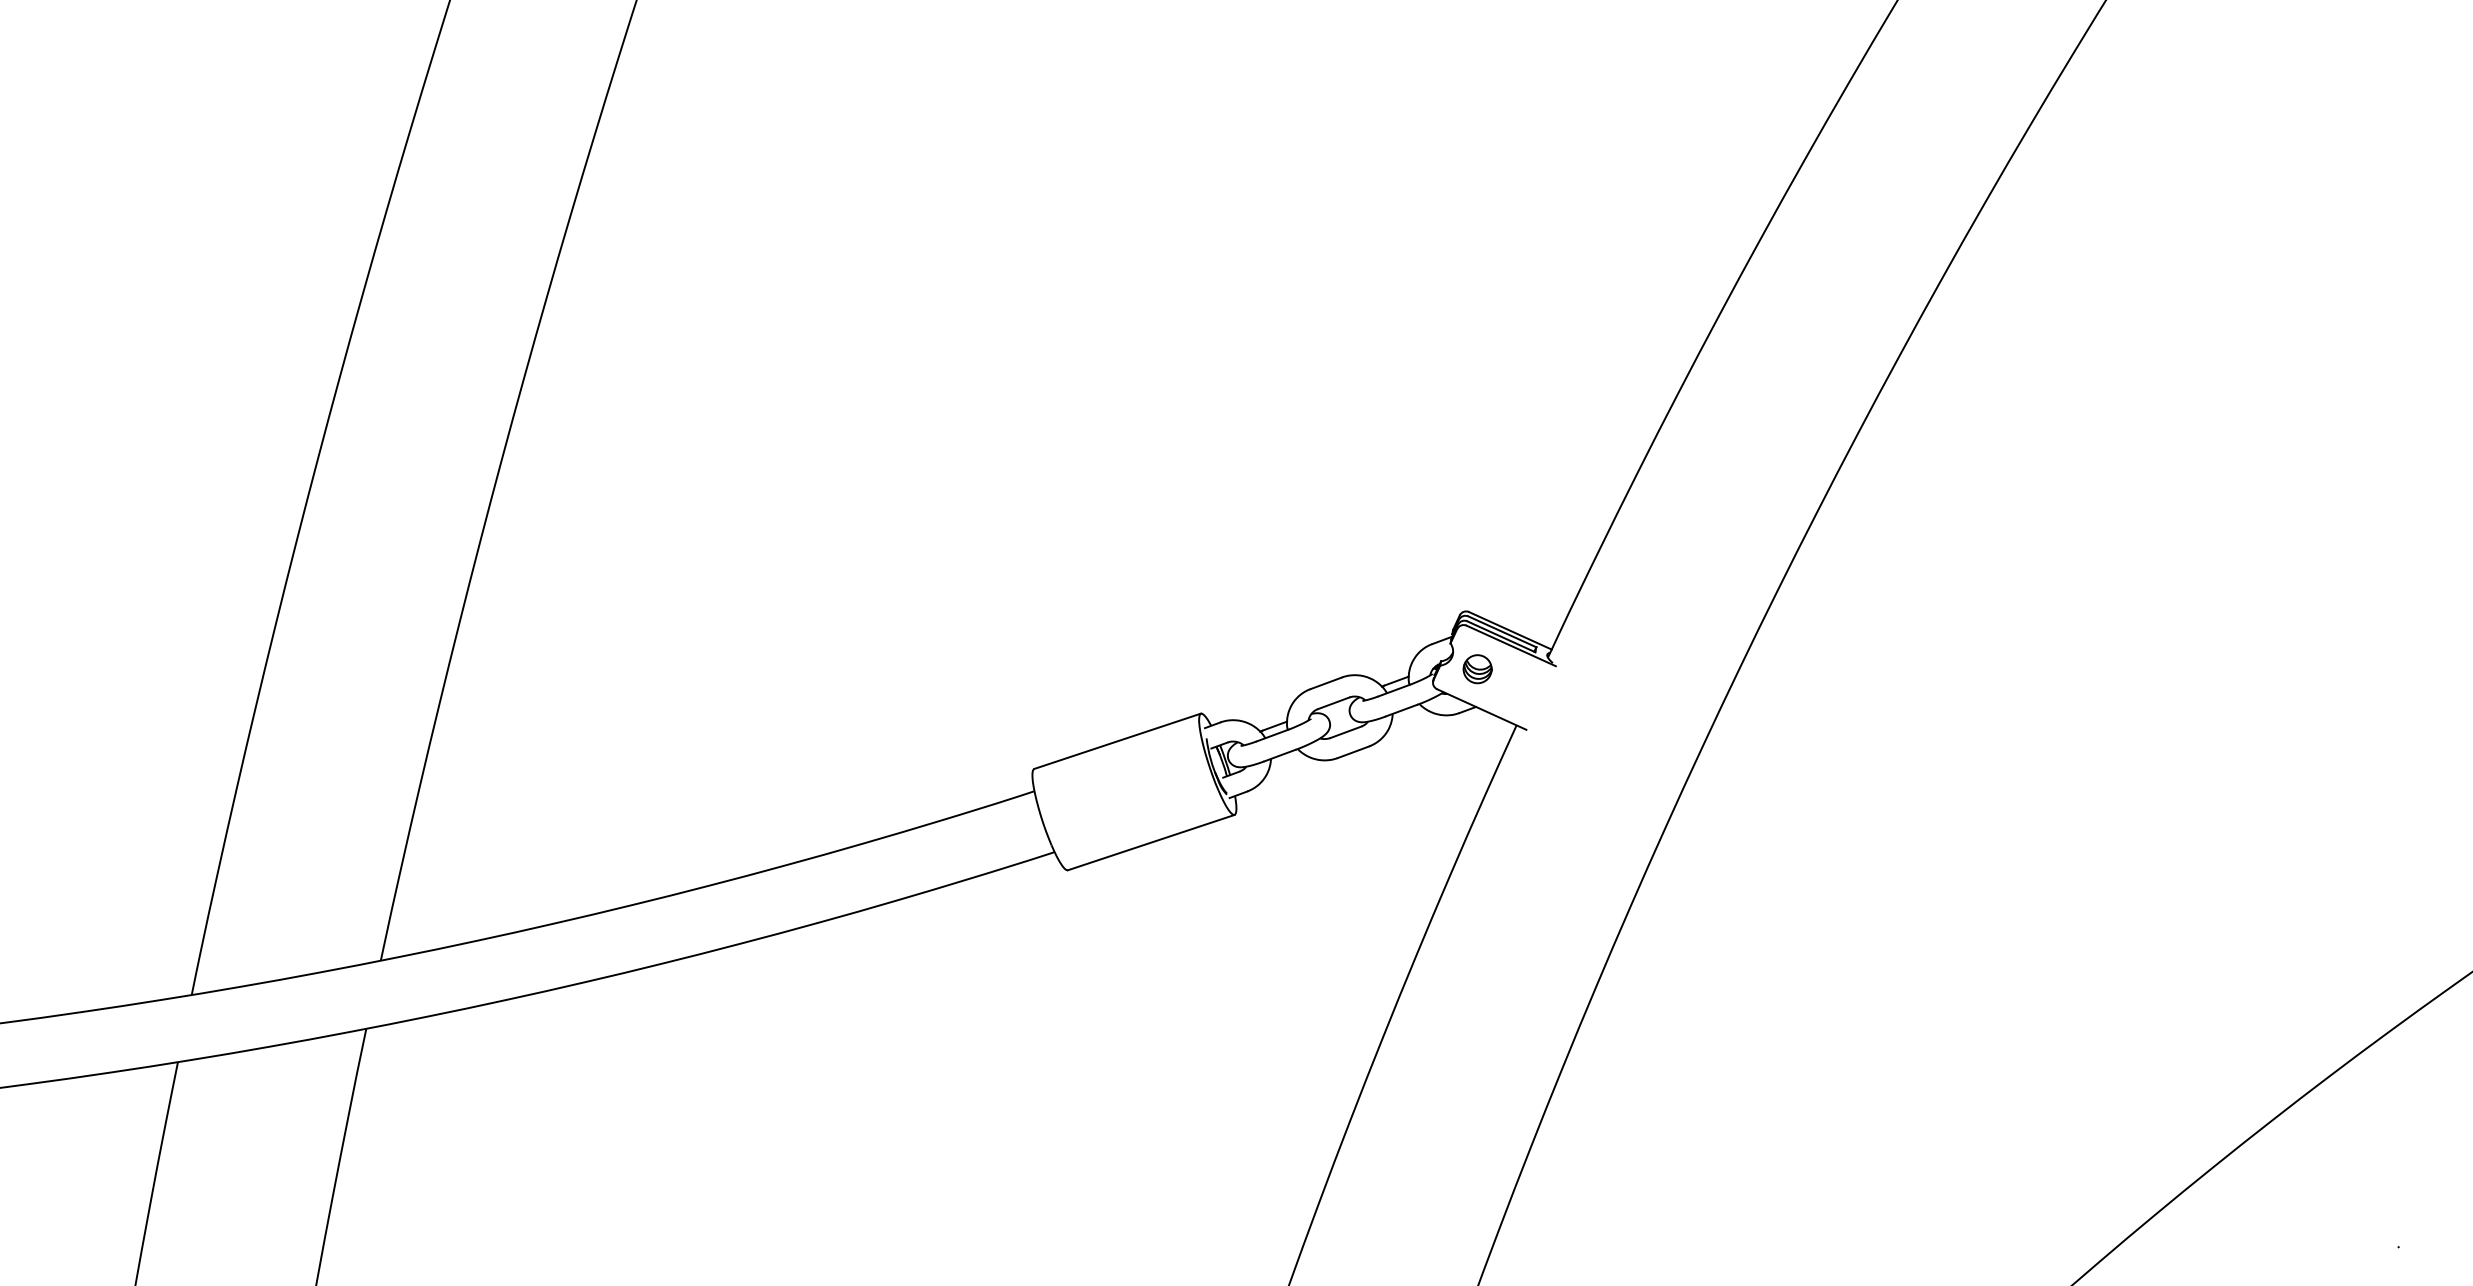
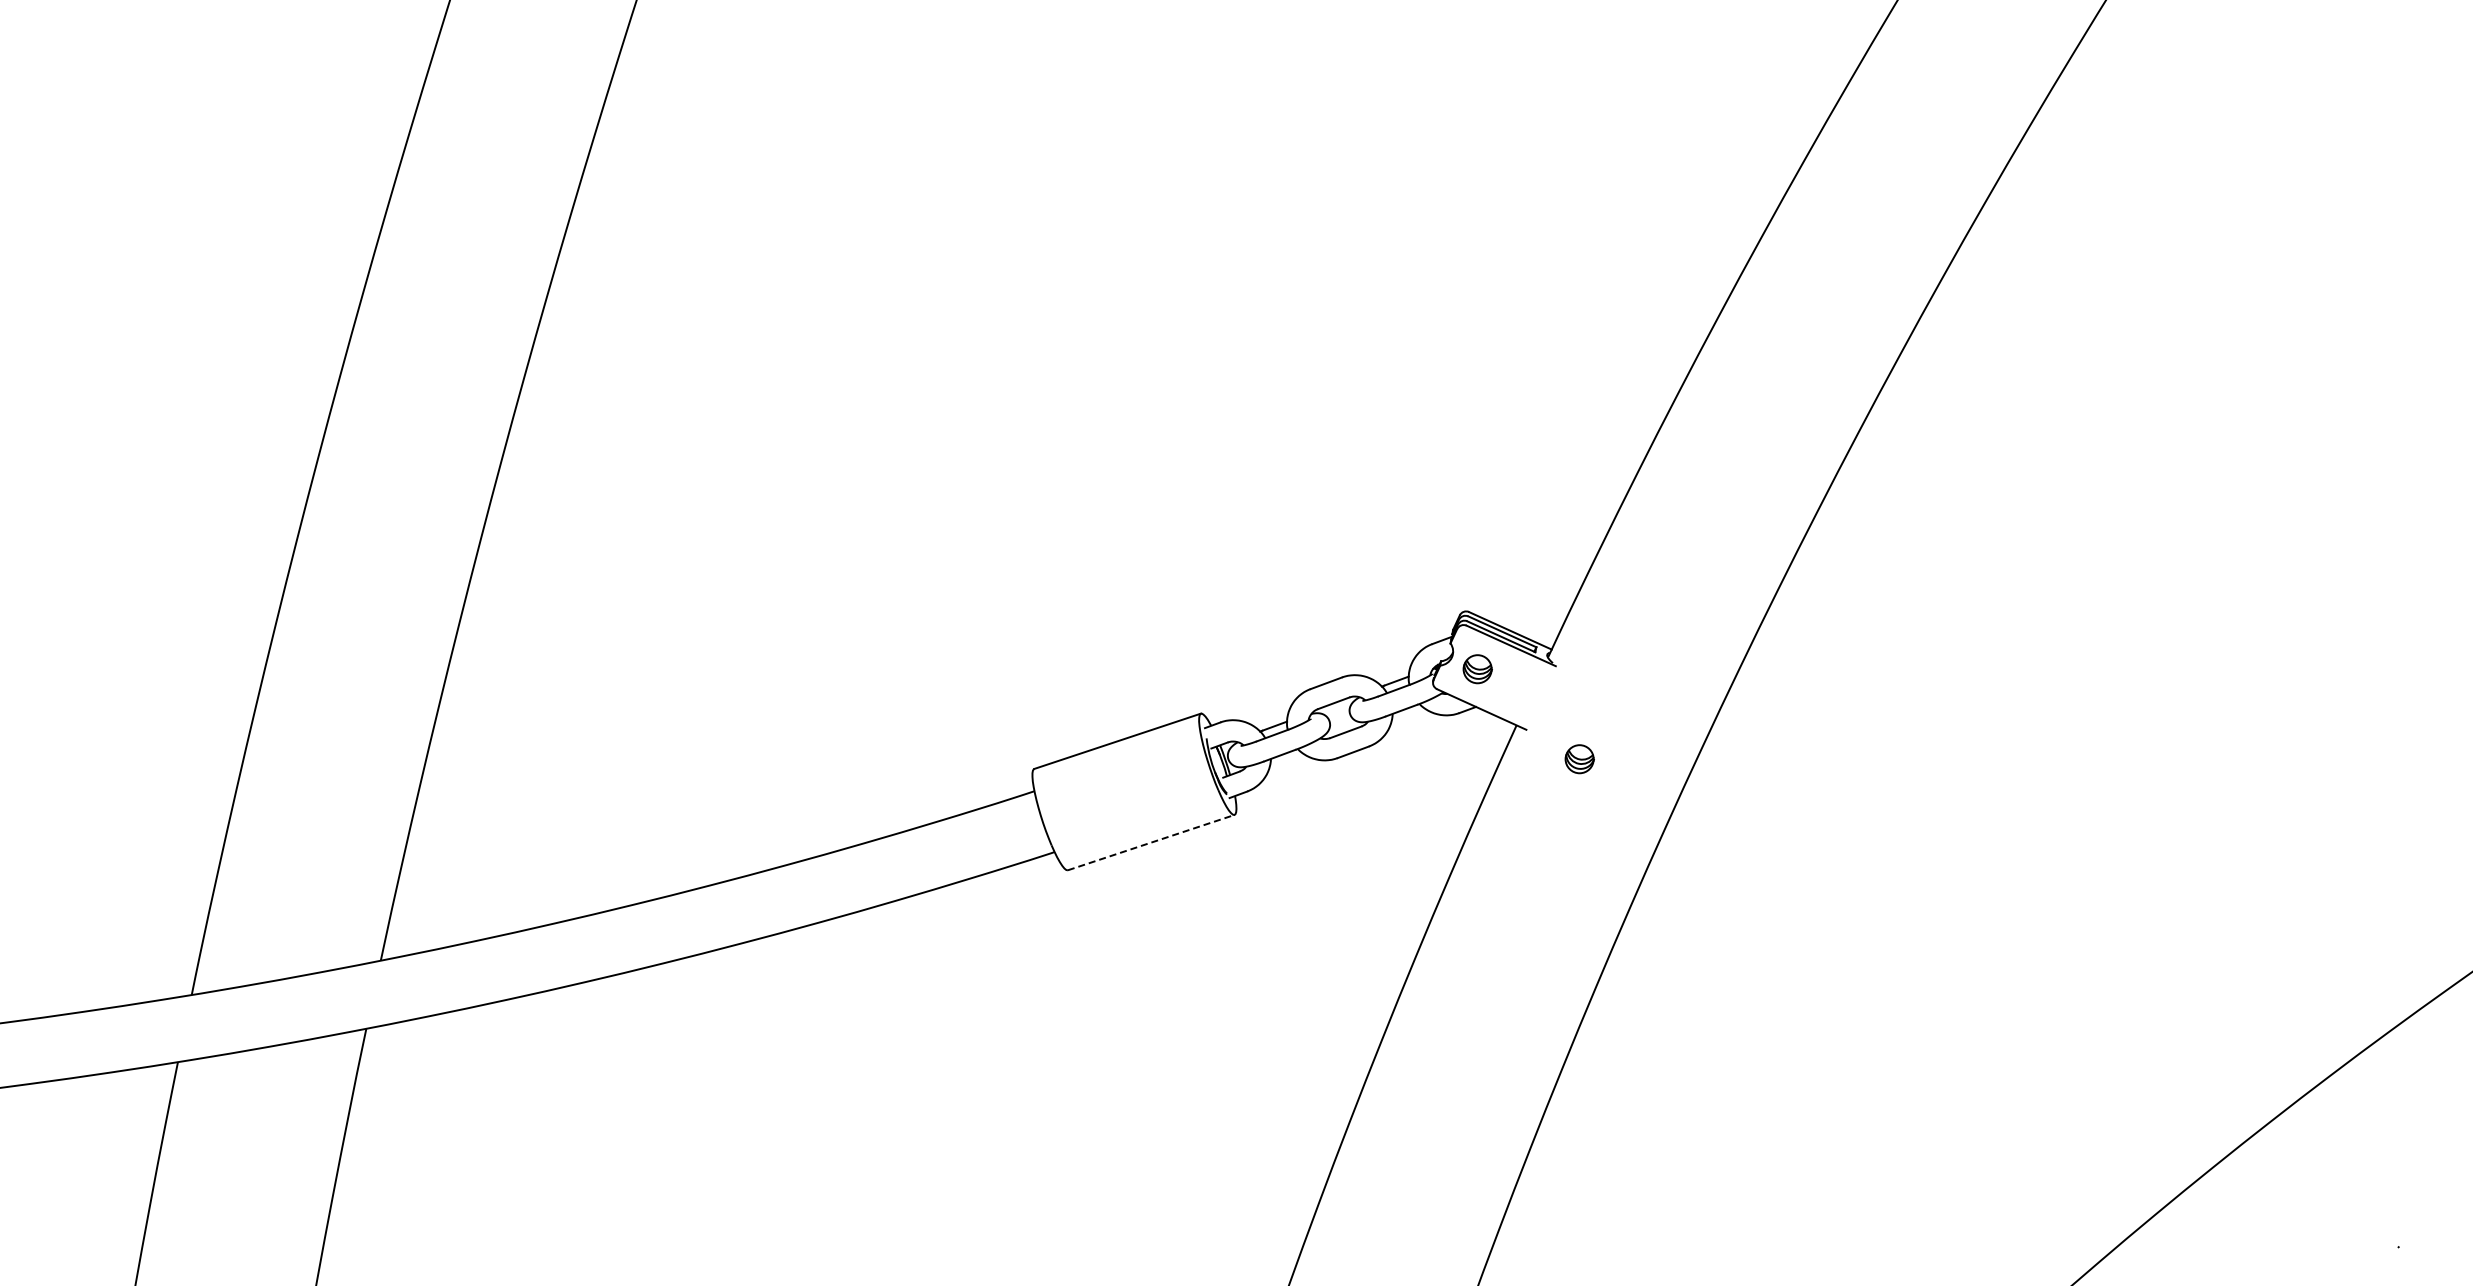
part at (1579, 759): none -> present
line at (1151, 842): solid -> dashed
